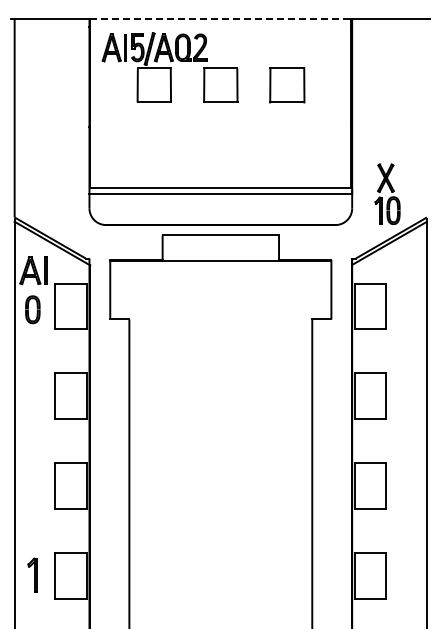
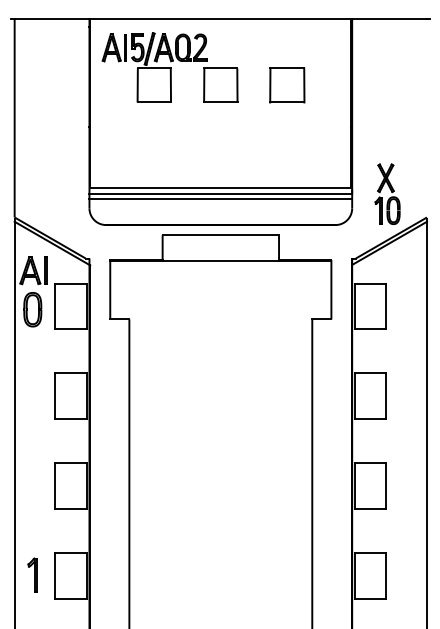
line at (220, 18): dashed -> solid
line at (220, 198): none -> present
part at (32, 309) size: 16x30 px -> 20x36 px
